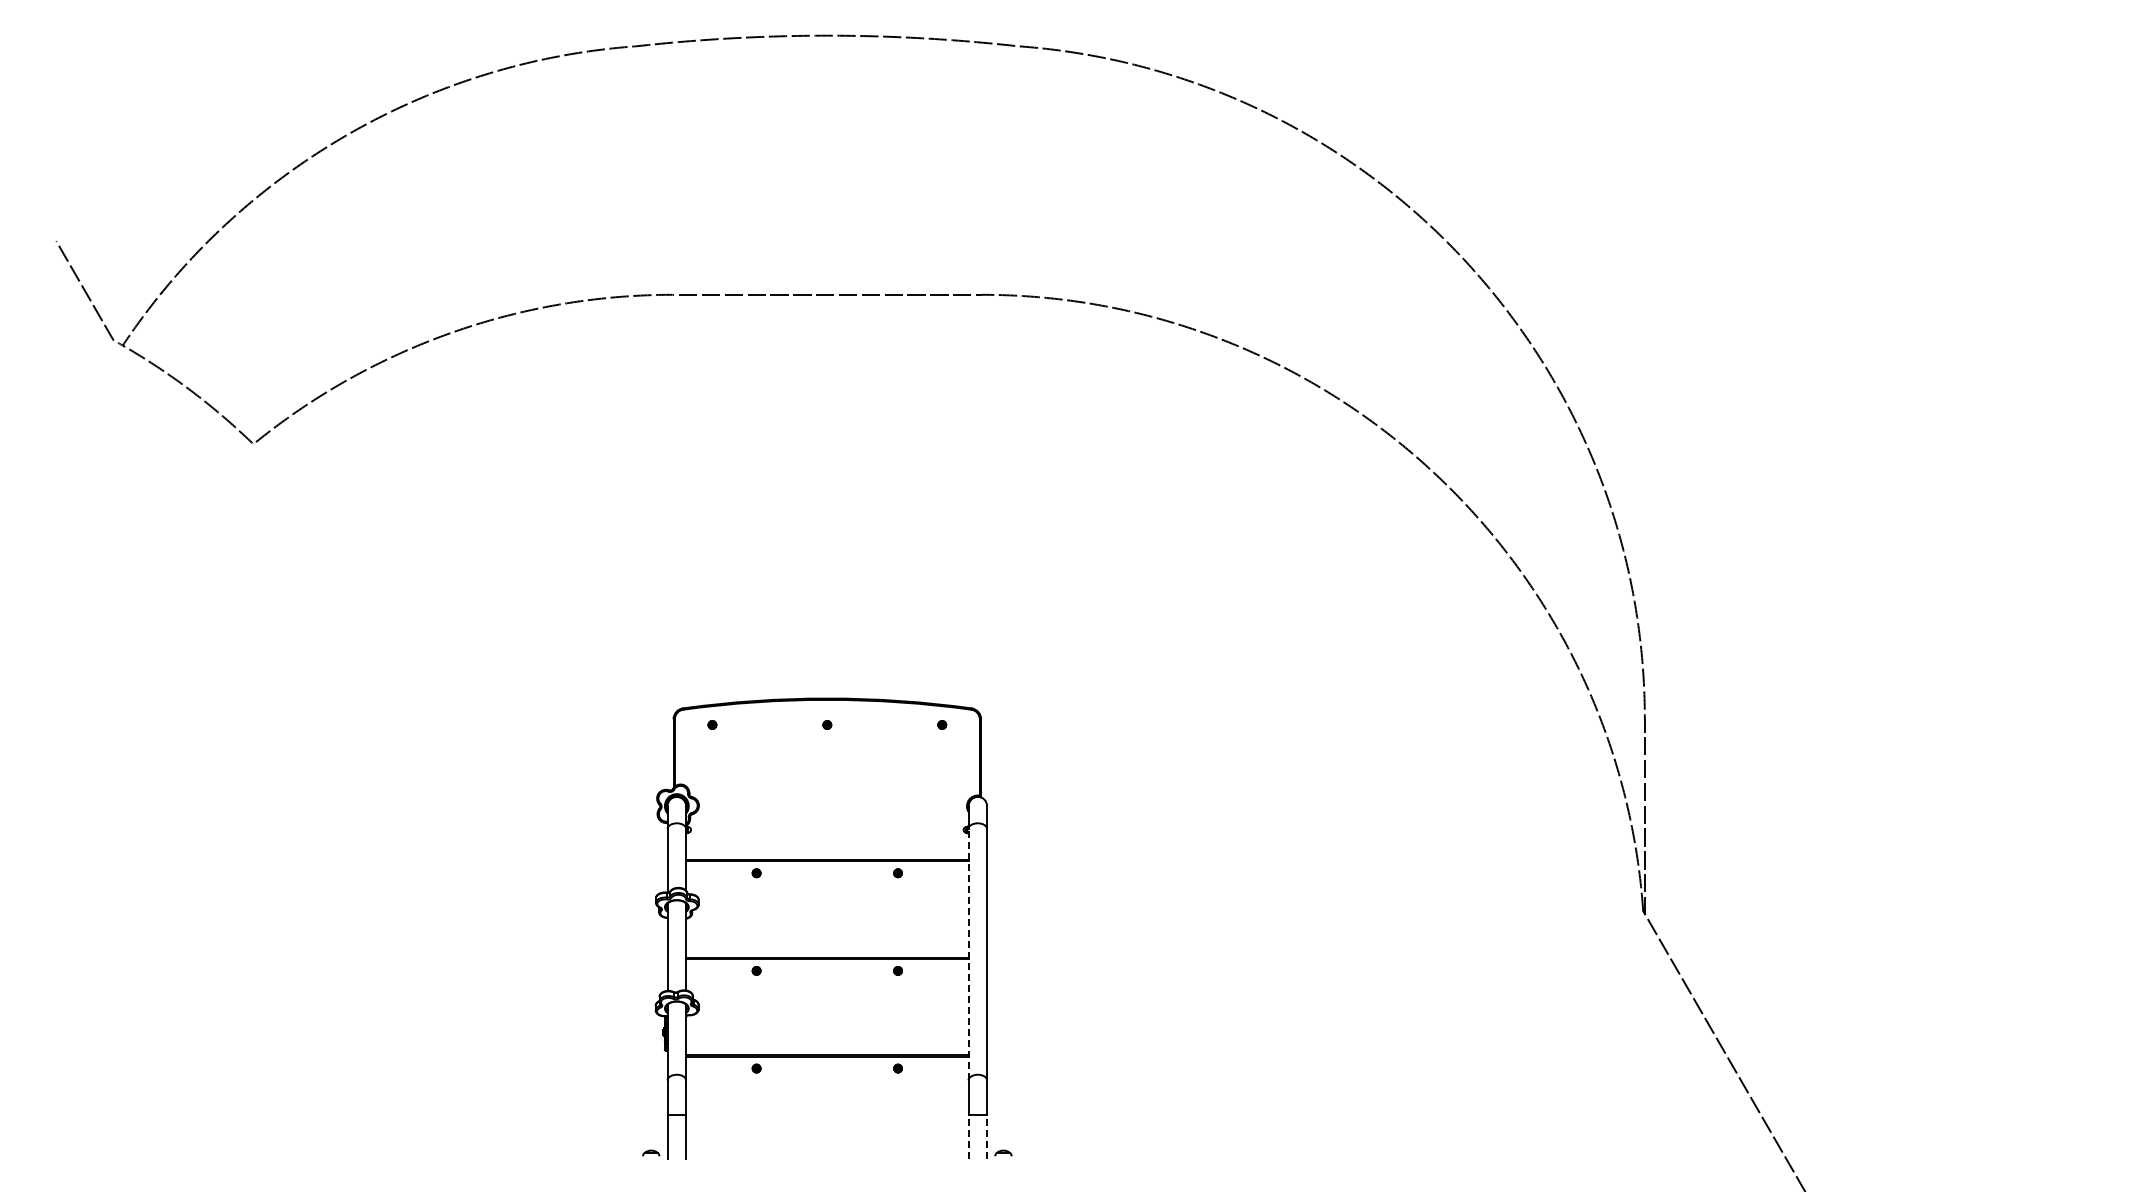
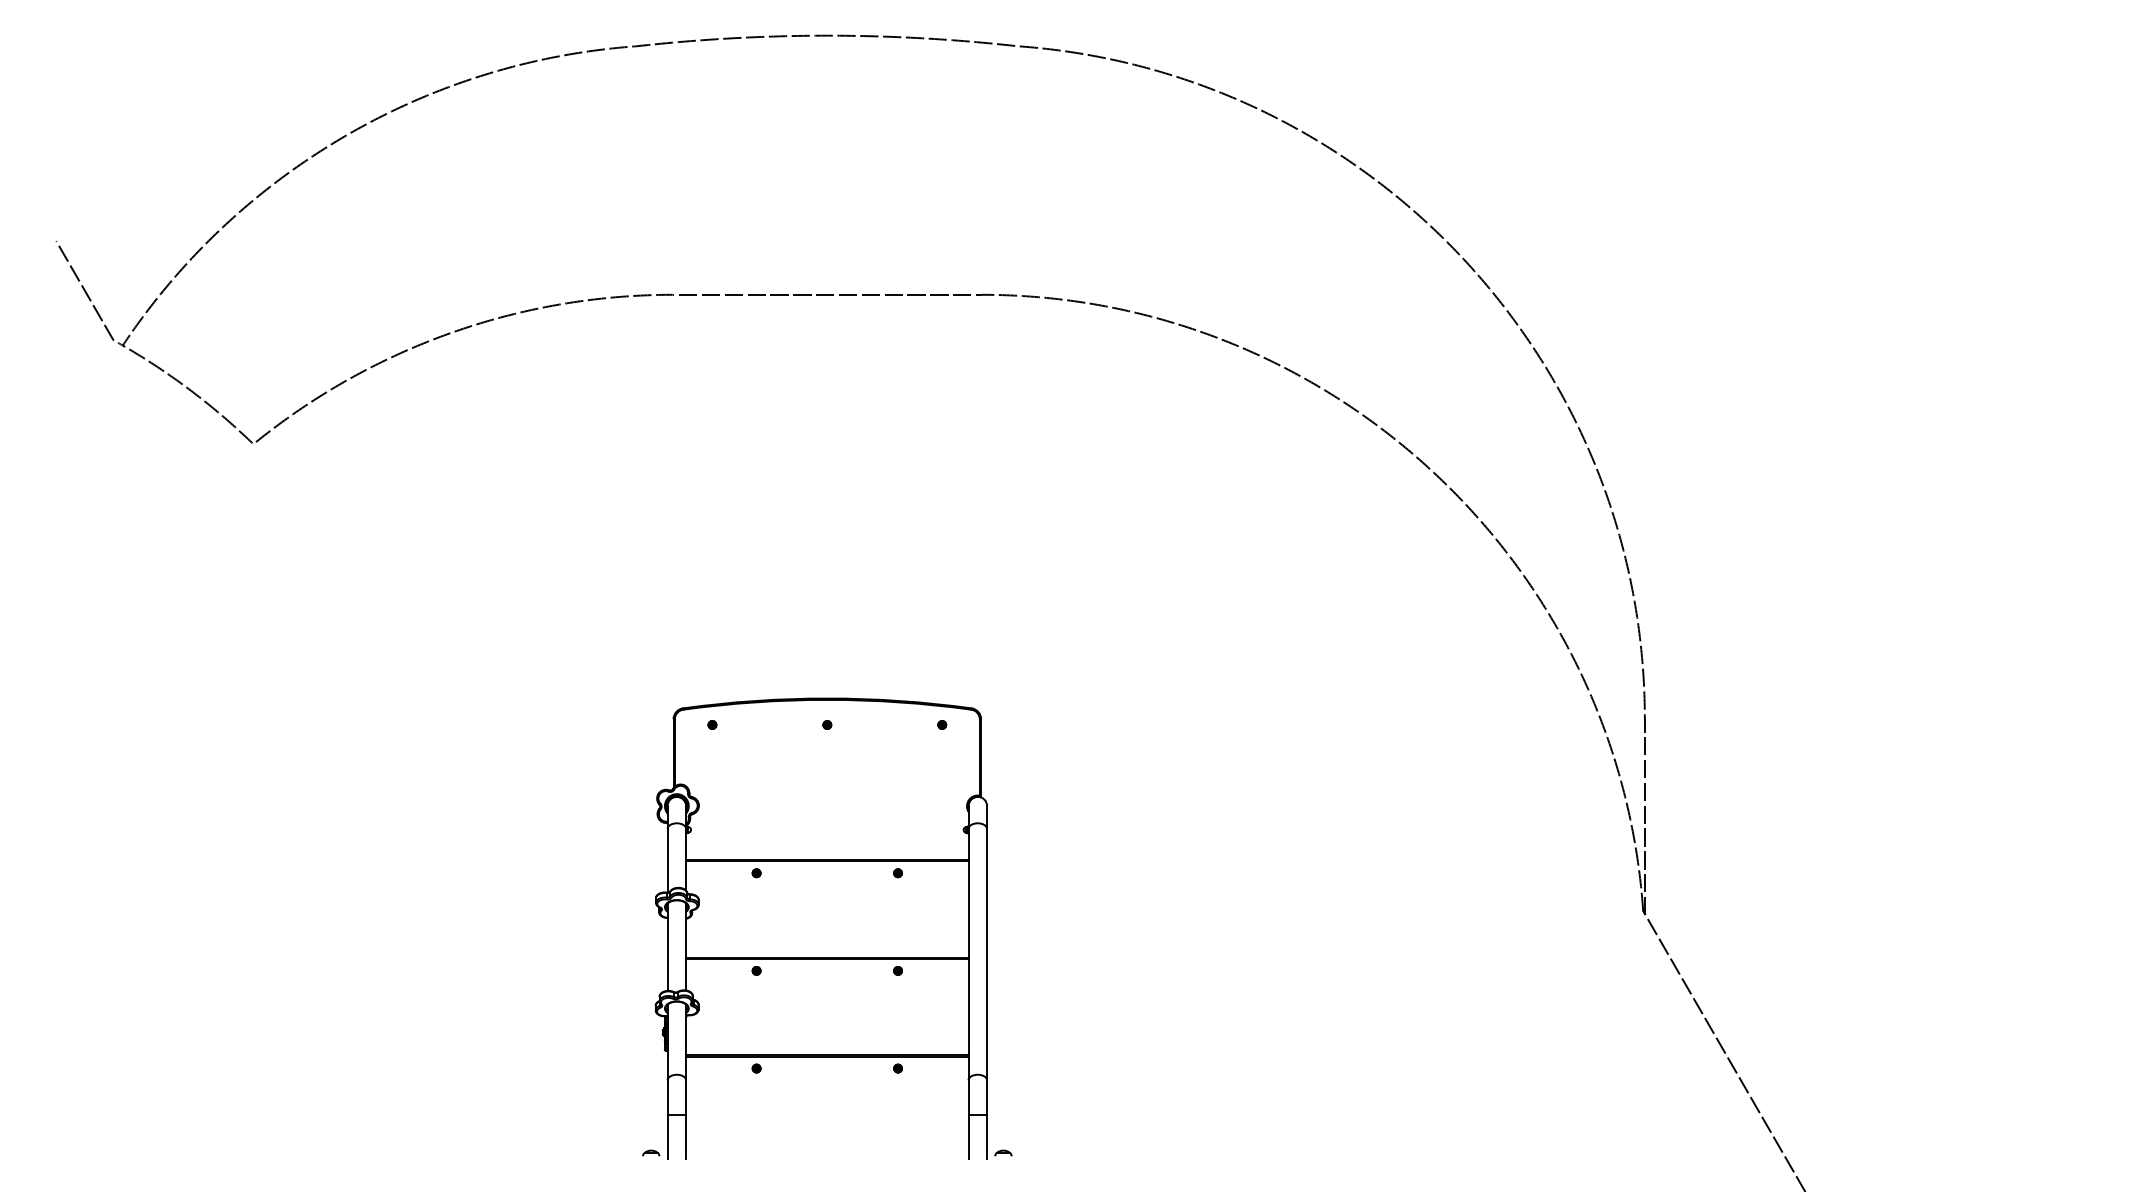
line at (968, 954): dashed -> solid
line at (968, 1136): dashed -> solid
line at (987, 1136): dashed -> solid
